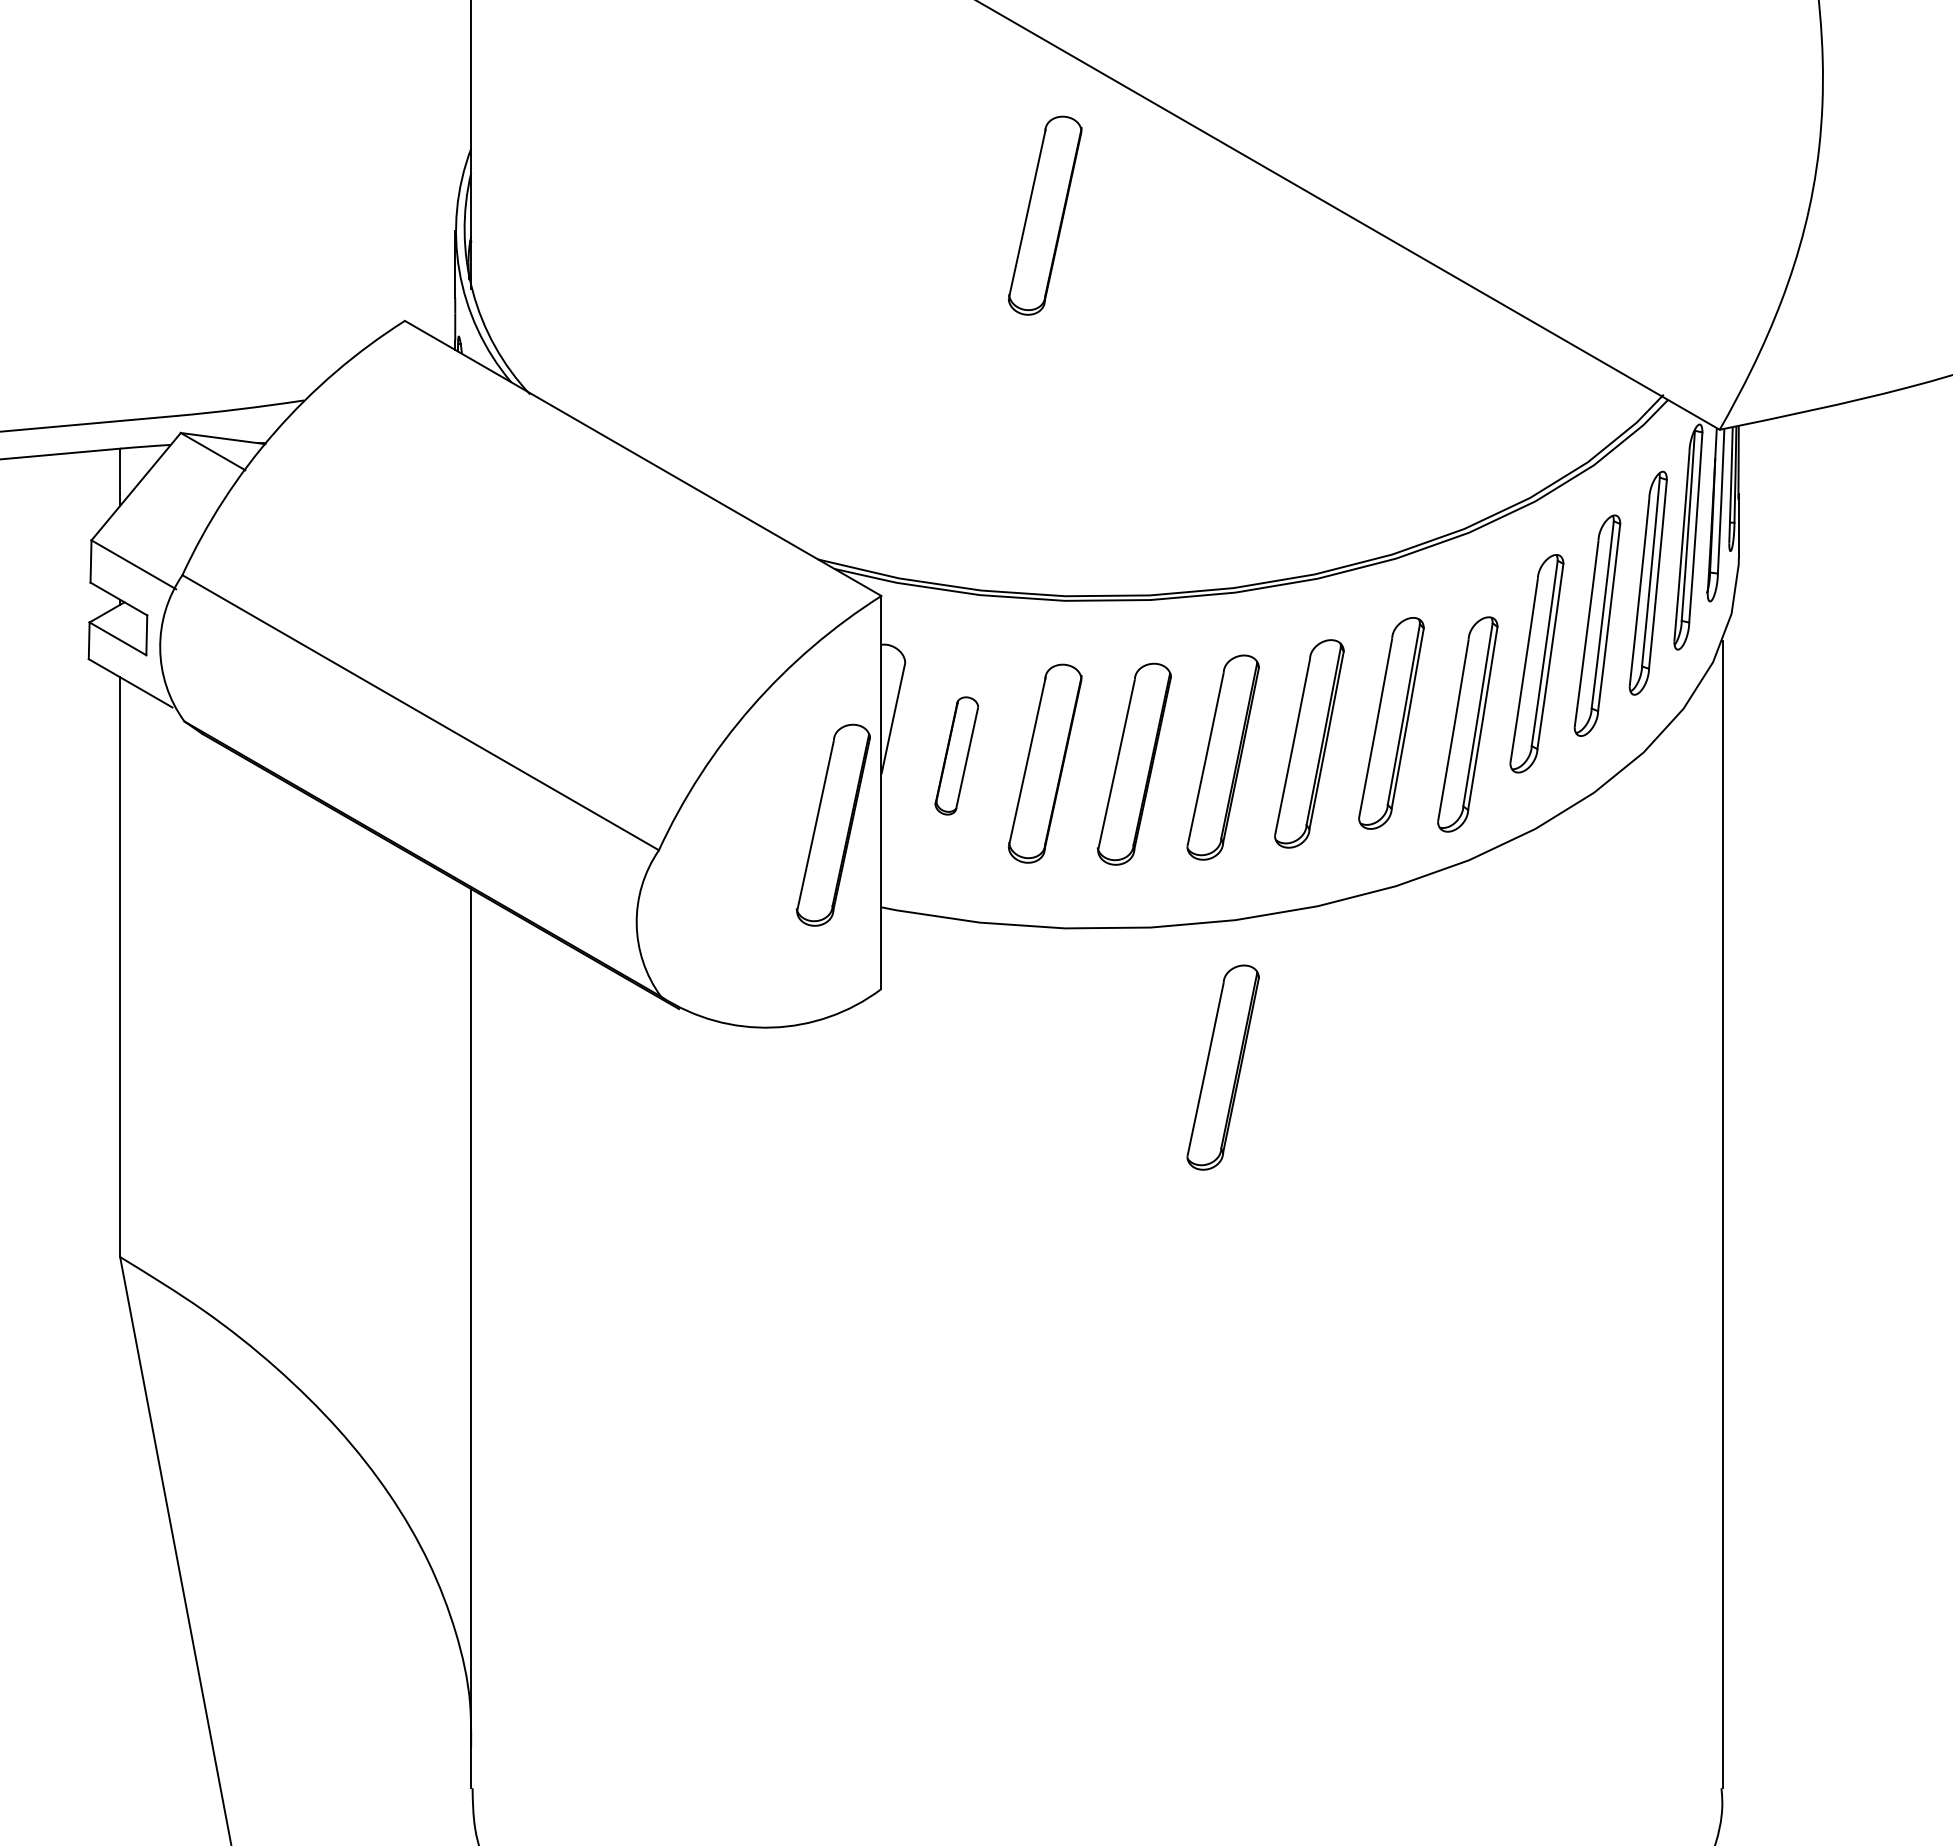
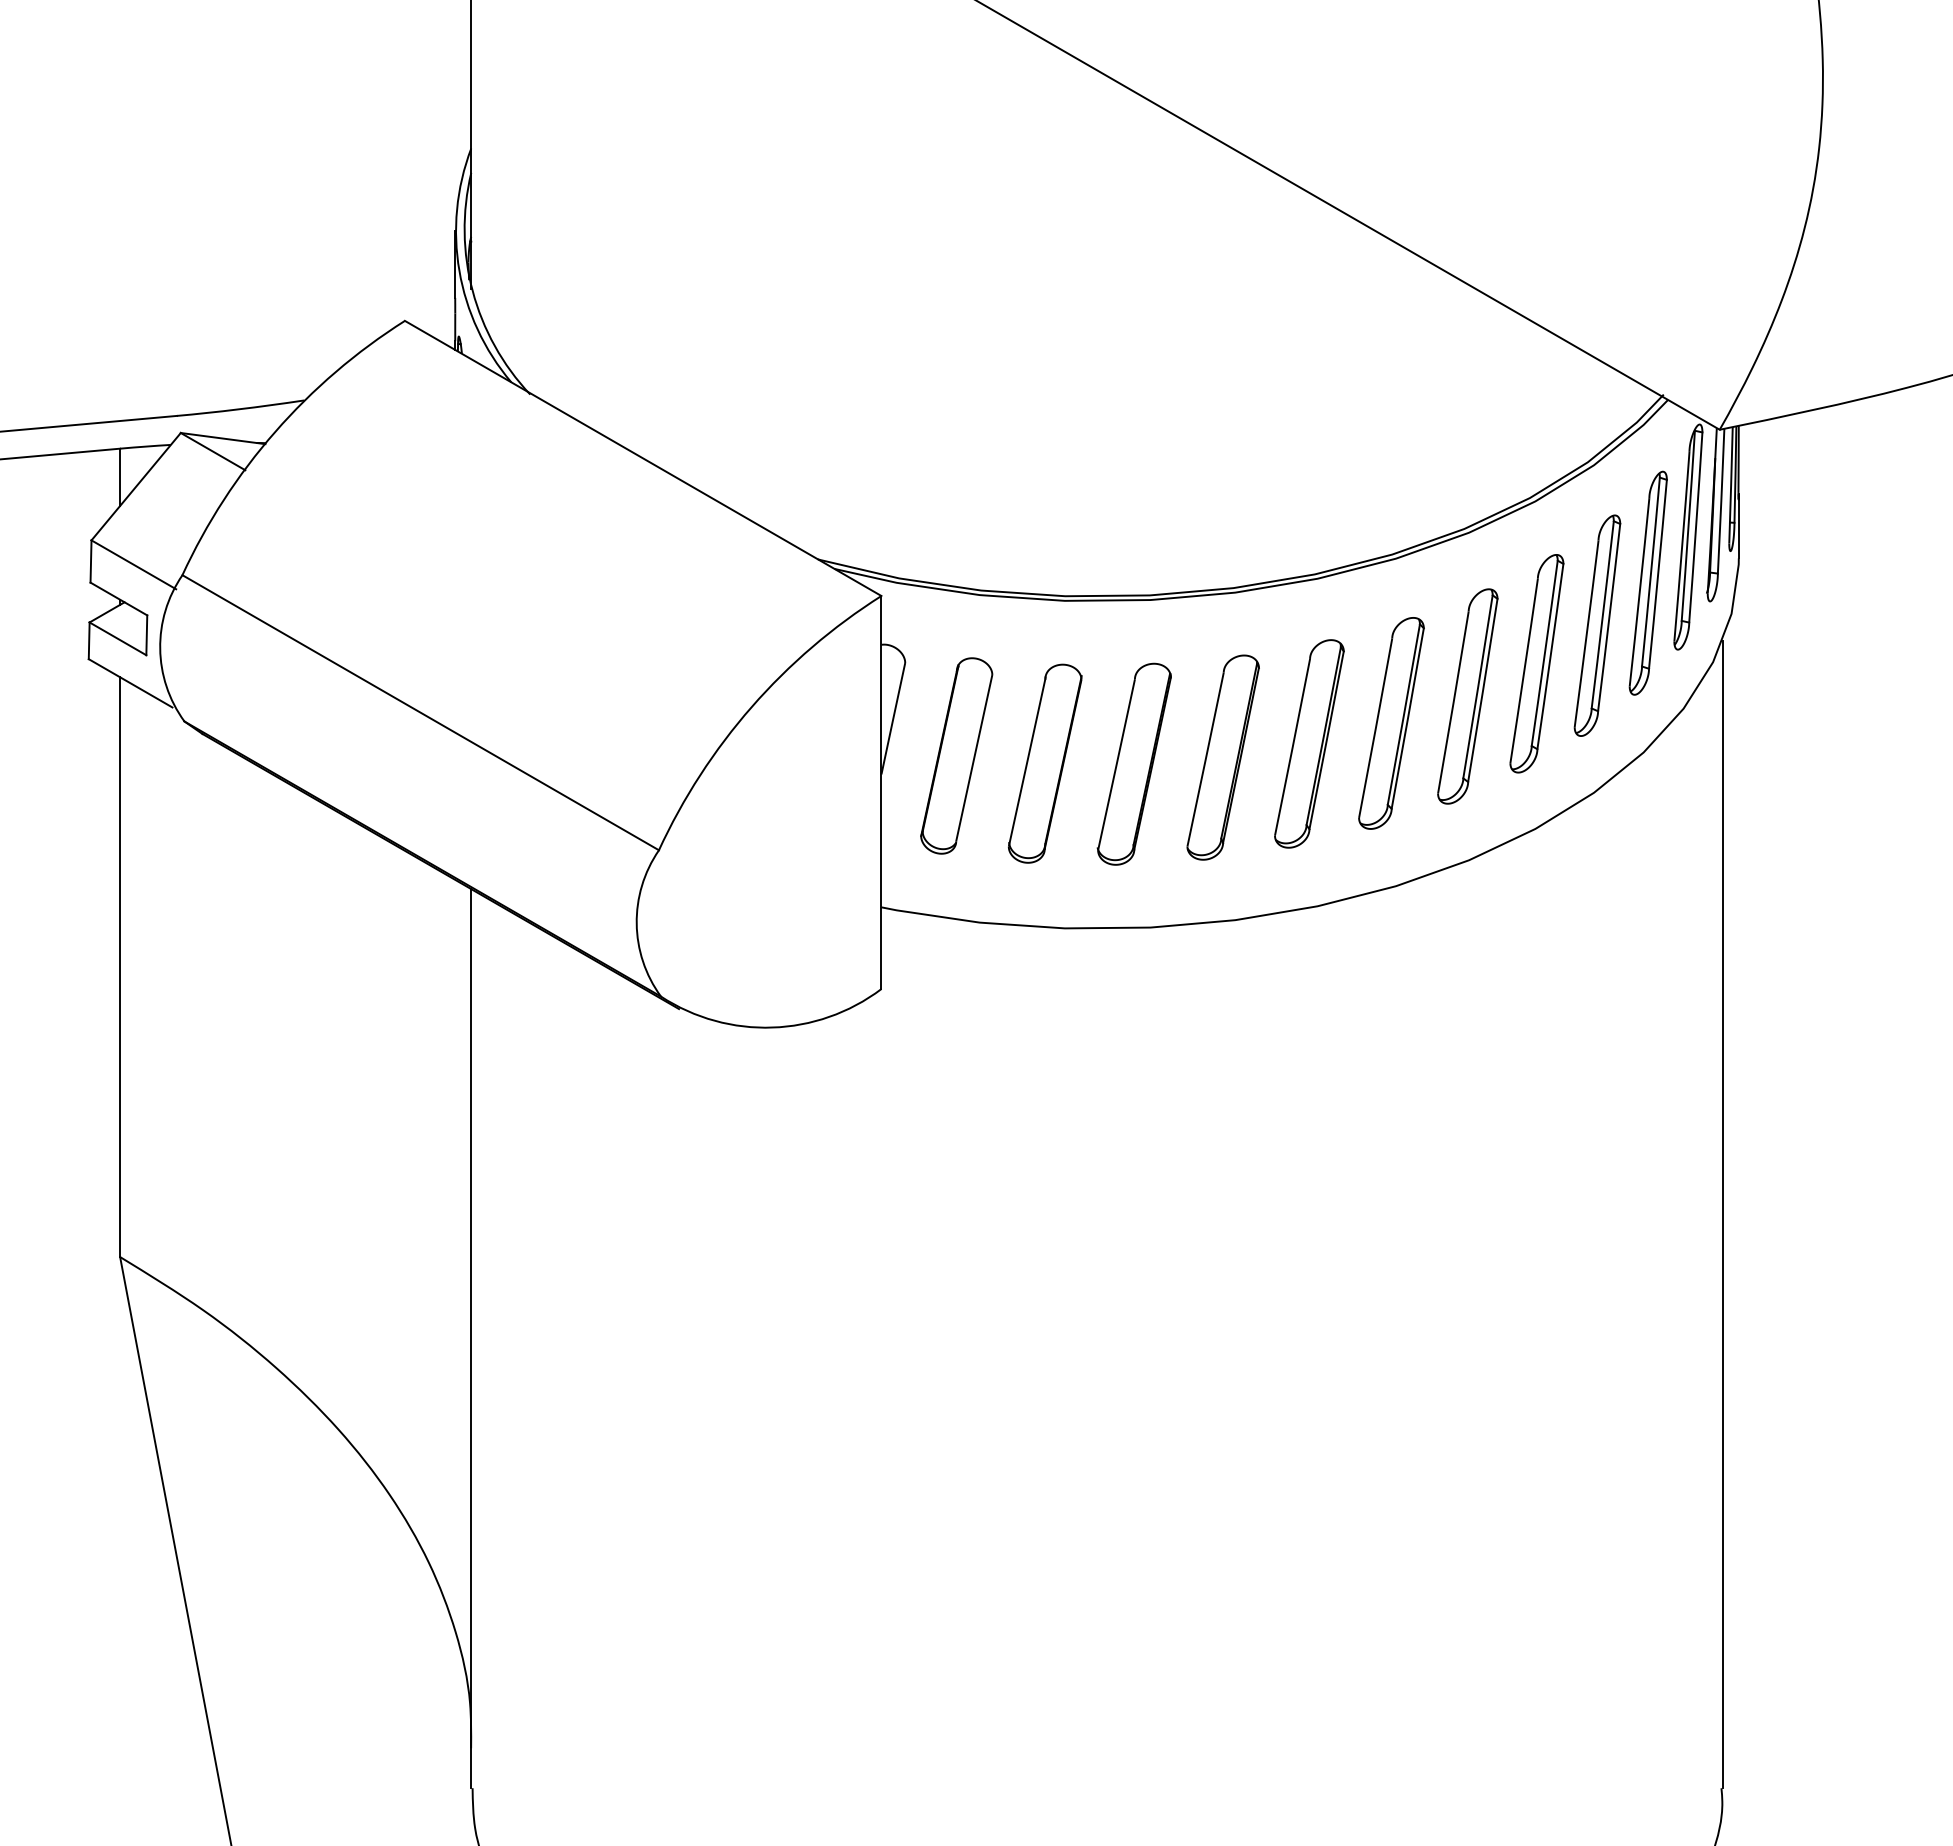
part at (1045, 215): present -> none
part at (1467, 724) position: (1467, 724) -> (1467, 696)
part at (956, 755) size: 45x120 px -> 74x198 px
part at (832, 824): present -> none
part at (1222, 1067): present -> none
